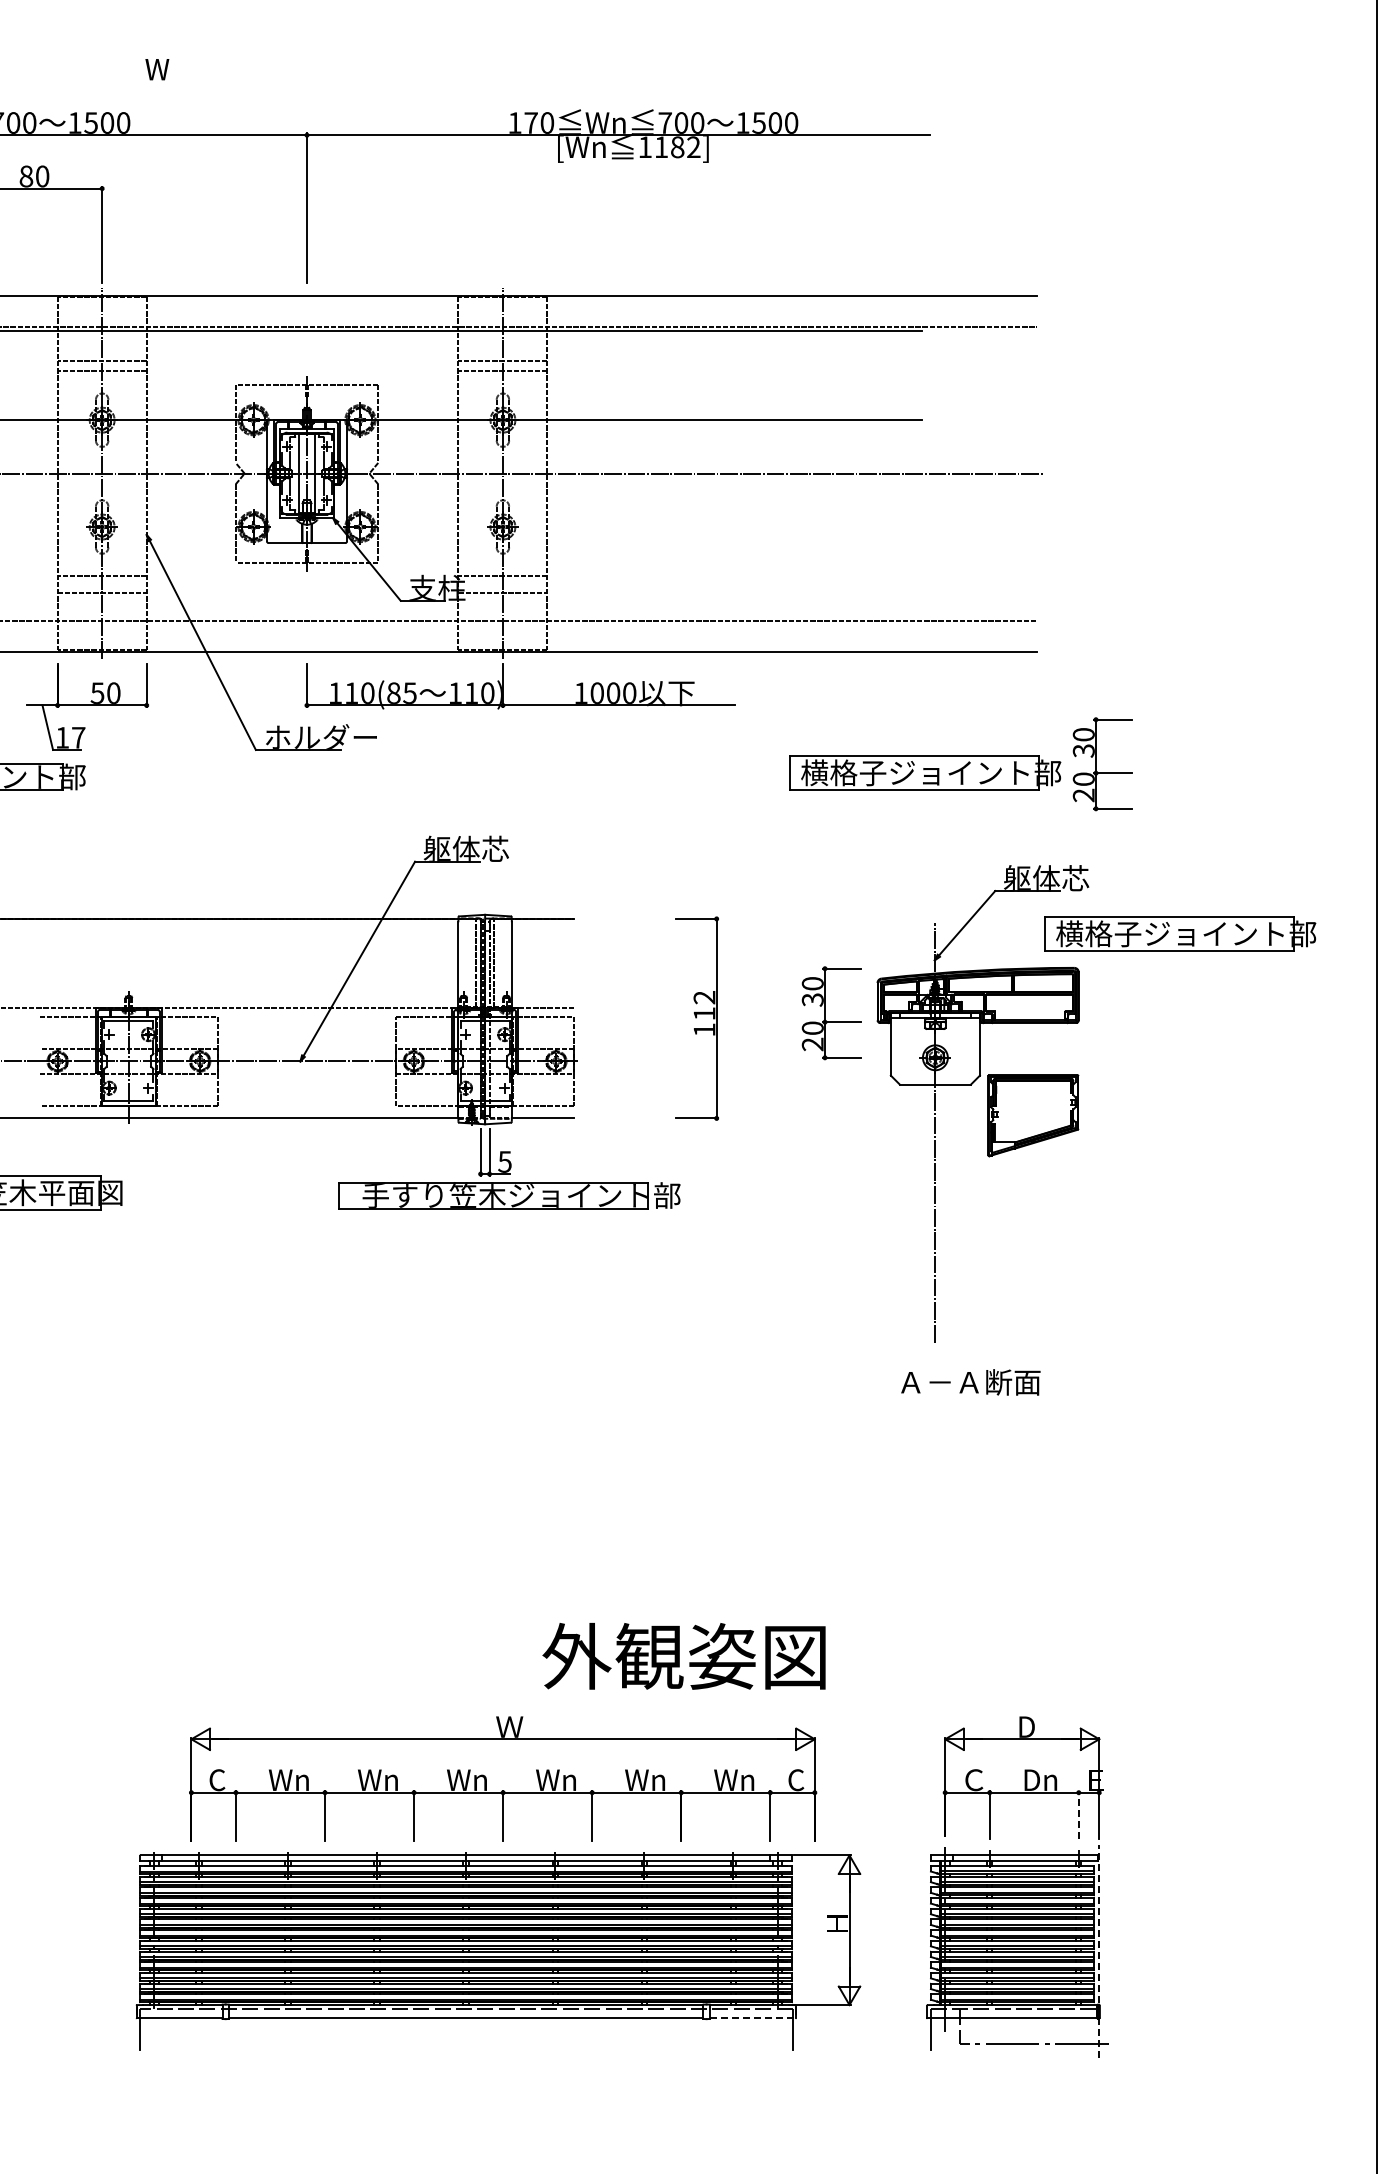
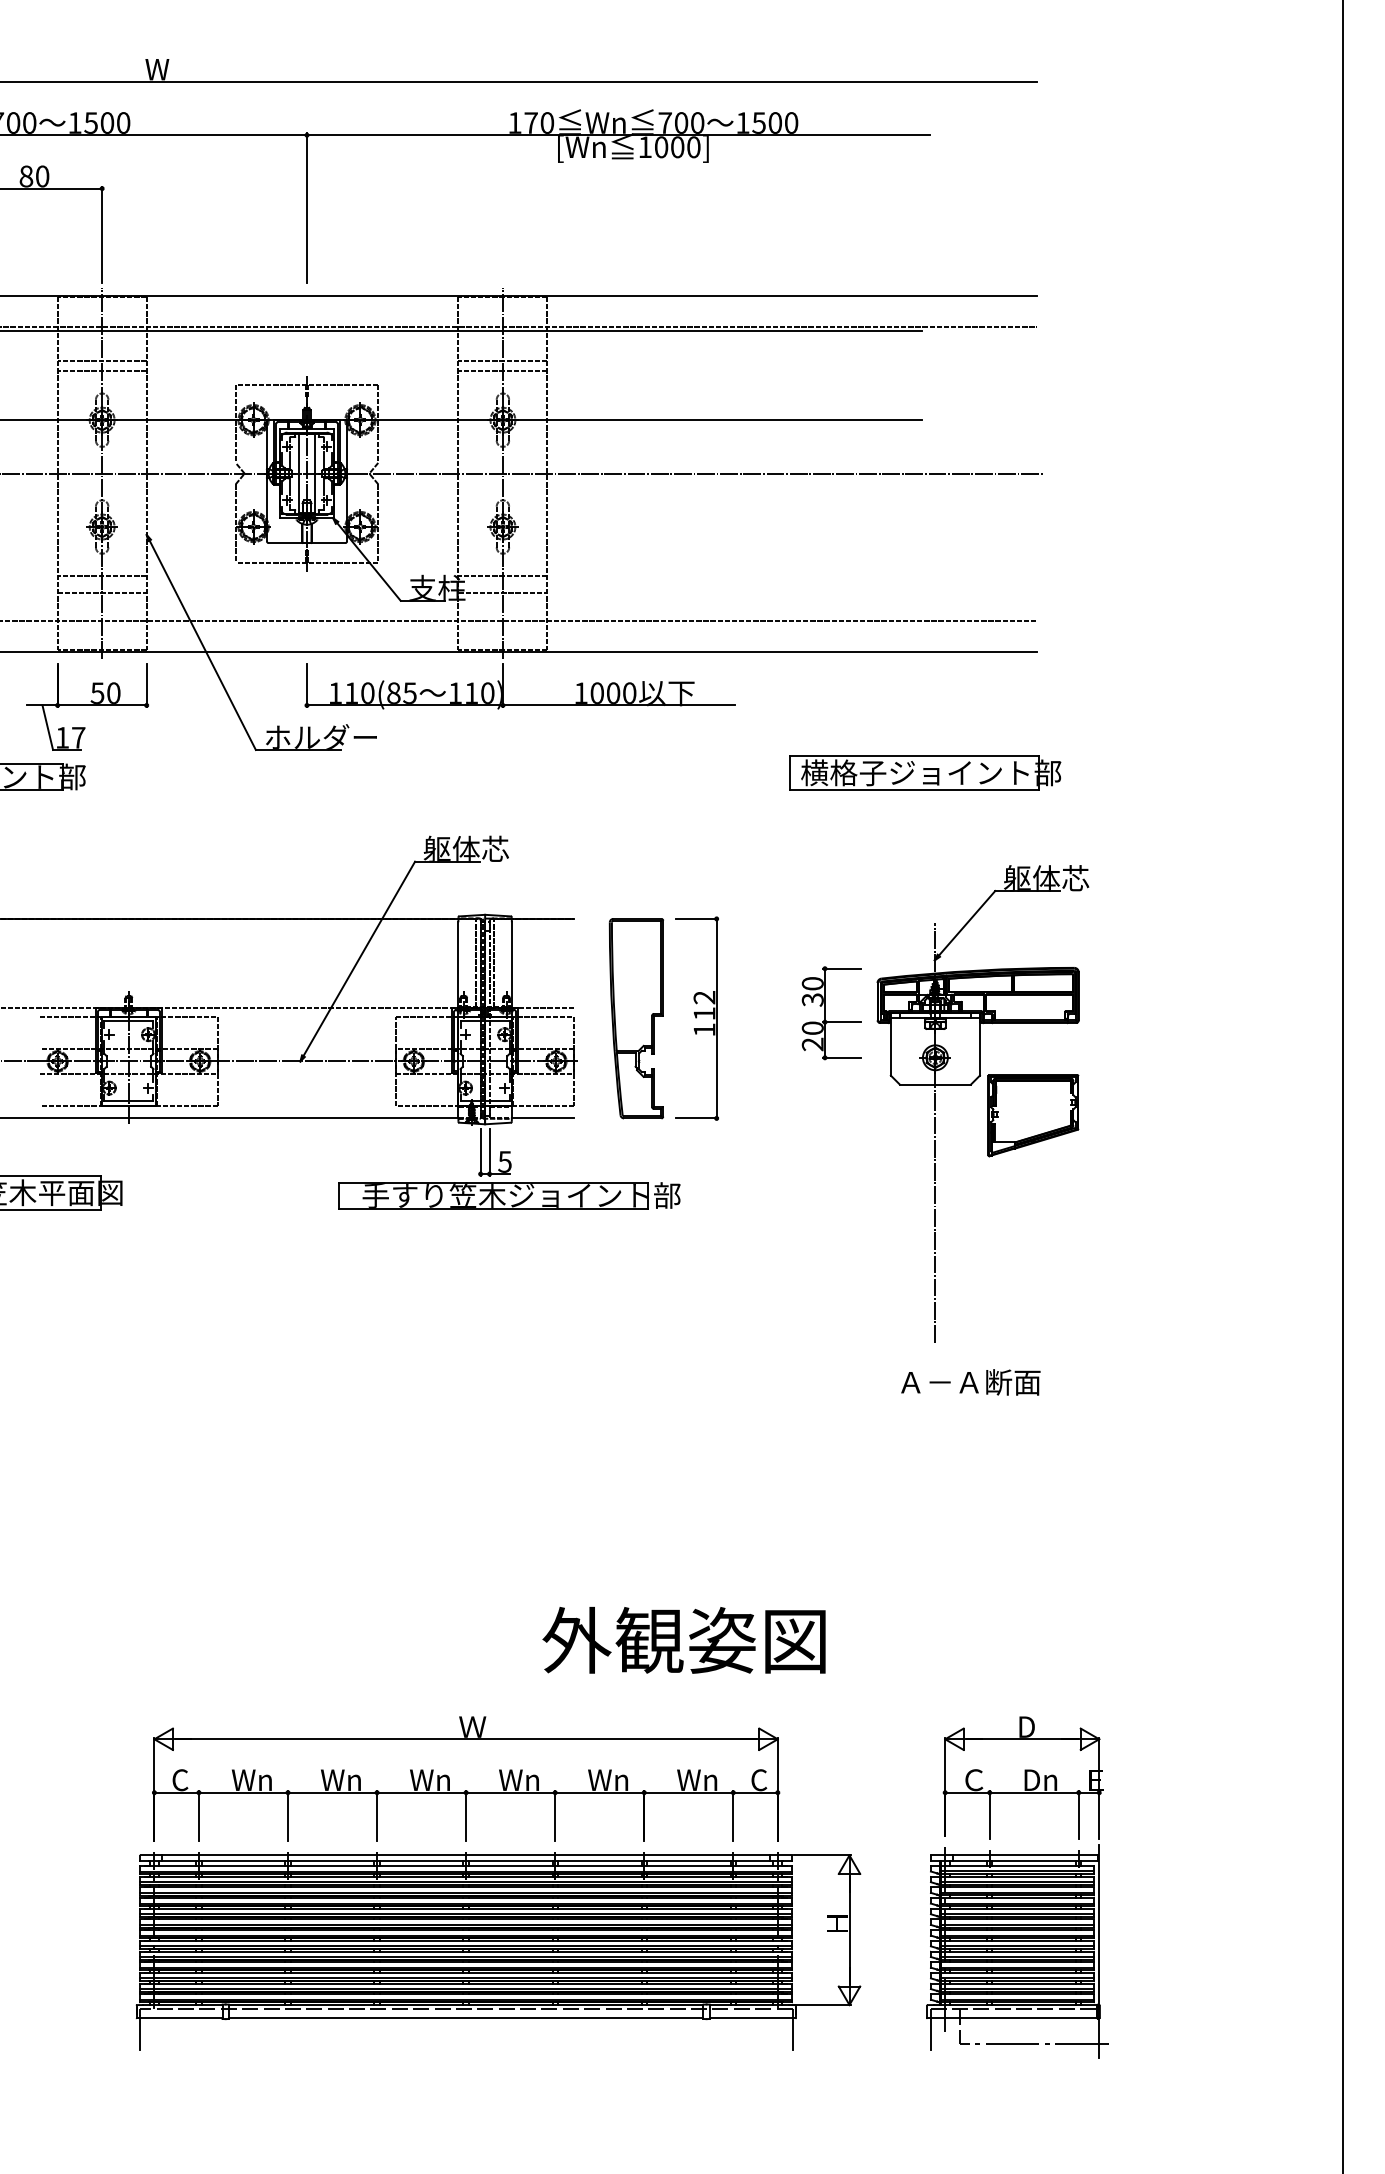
line at (519, 81): none -> present
text at (677, 147): 1182] -> 1000]
part at (1102, 764): present -> none
part at (1180, 933): present -> none
part at (635, 1018): none -> present
line at (1377, 1086) position: (1377, 1086) -> (1343, 1086)
text at (683, 1656) position: (683, 1656) -> (683, 1640)
part at (503, 1778) position: (503, 1778) -> (466, 1778)
line at (1078, 1814): dashed -> solid
line at (1099, 1951): dashed -> solid
line at (752, 2018): dashed -> solid
